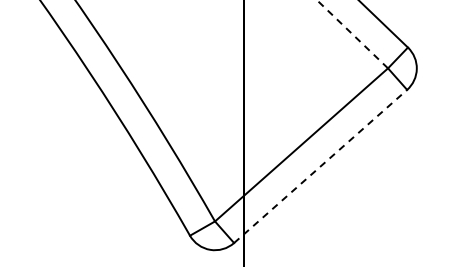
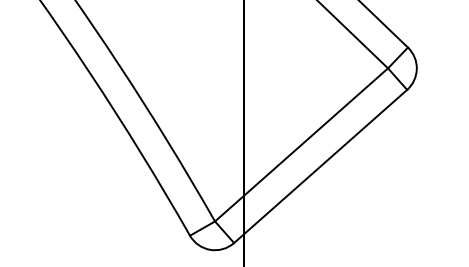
line at (352, 34): dashed -> solid
line at (320, 166): dashed -> solid
